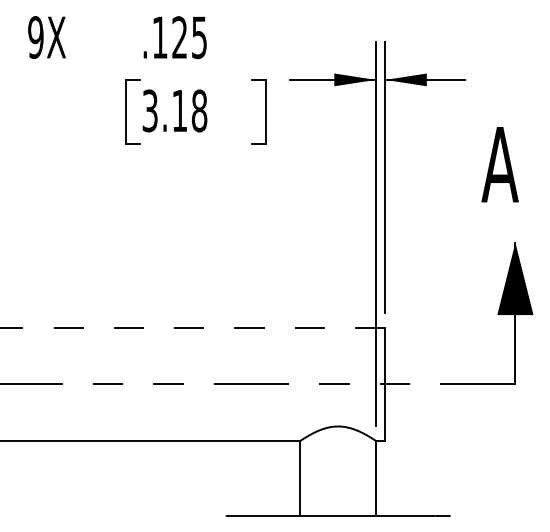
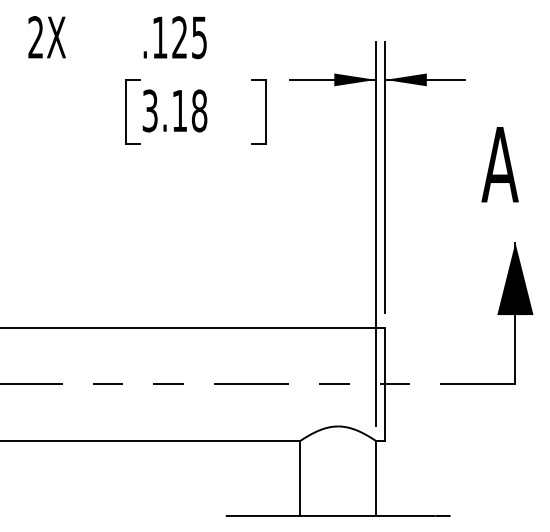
text at (35, 37): 9X -> 2X
line at (192, 328): dashed -> solid
